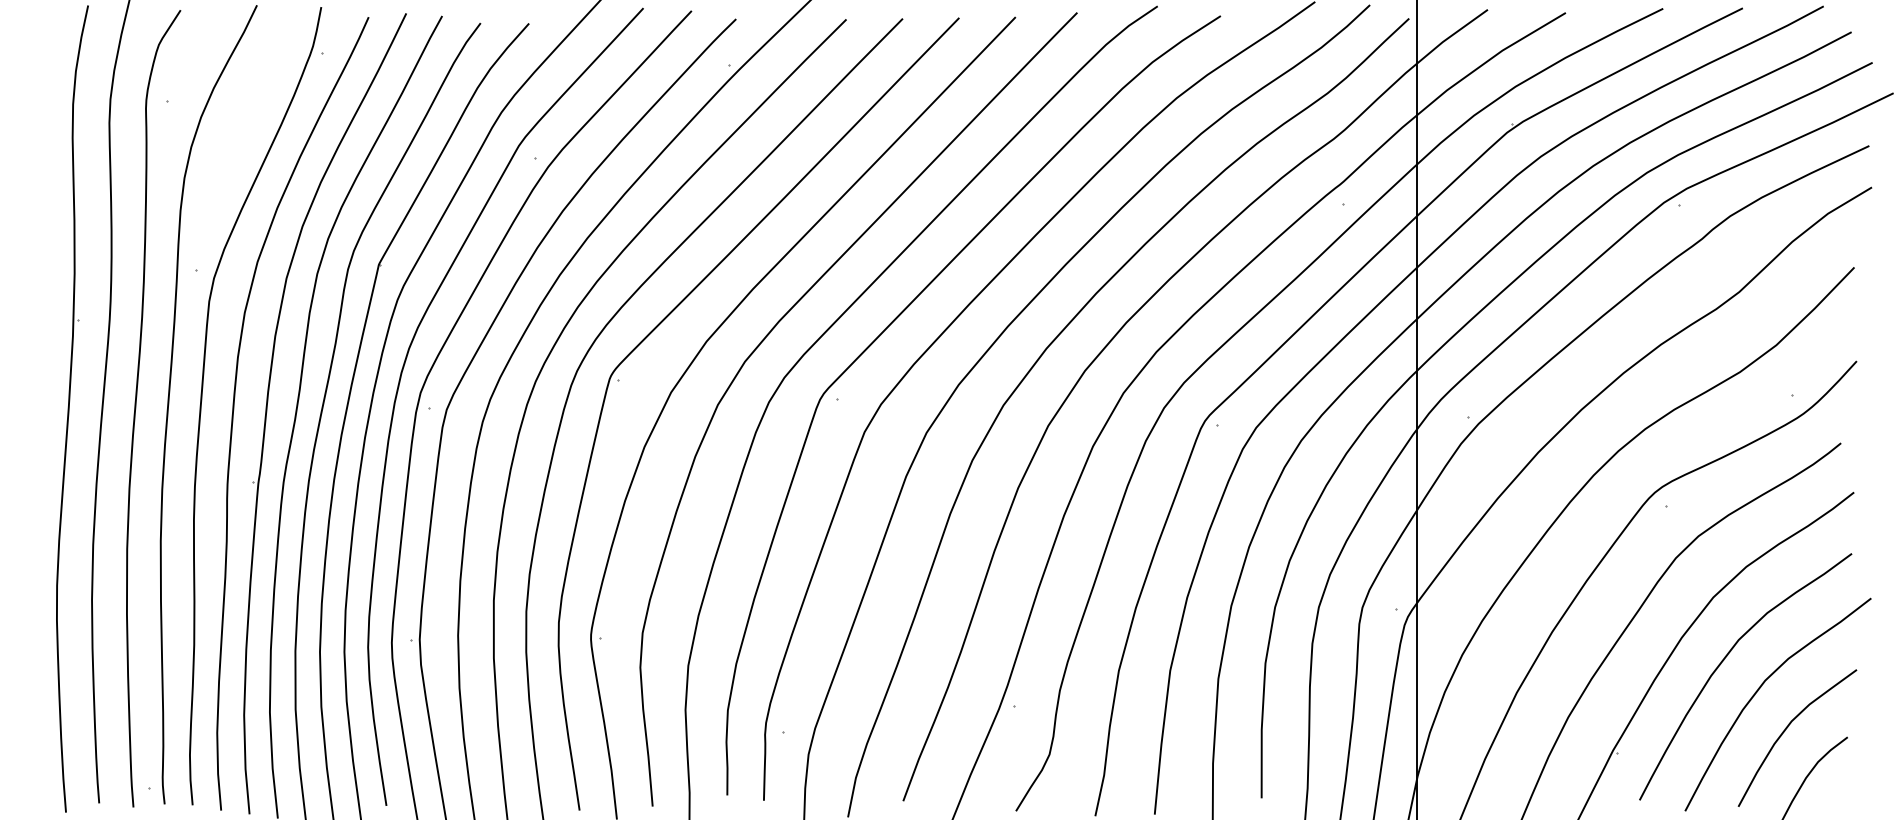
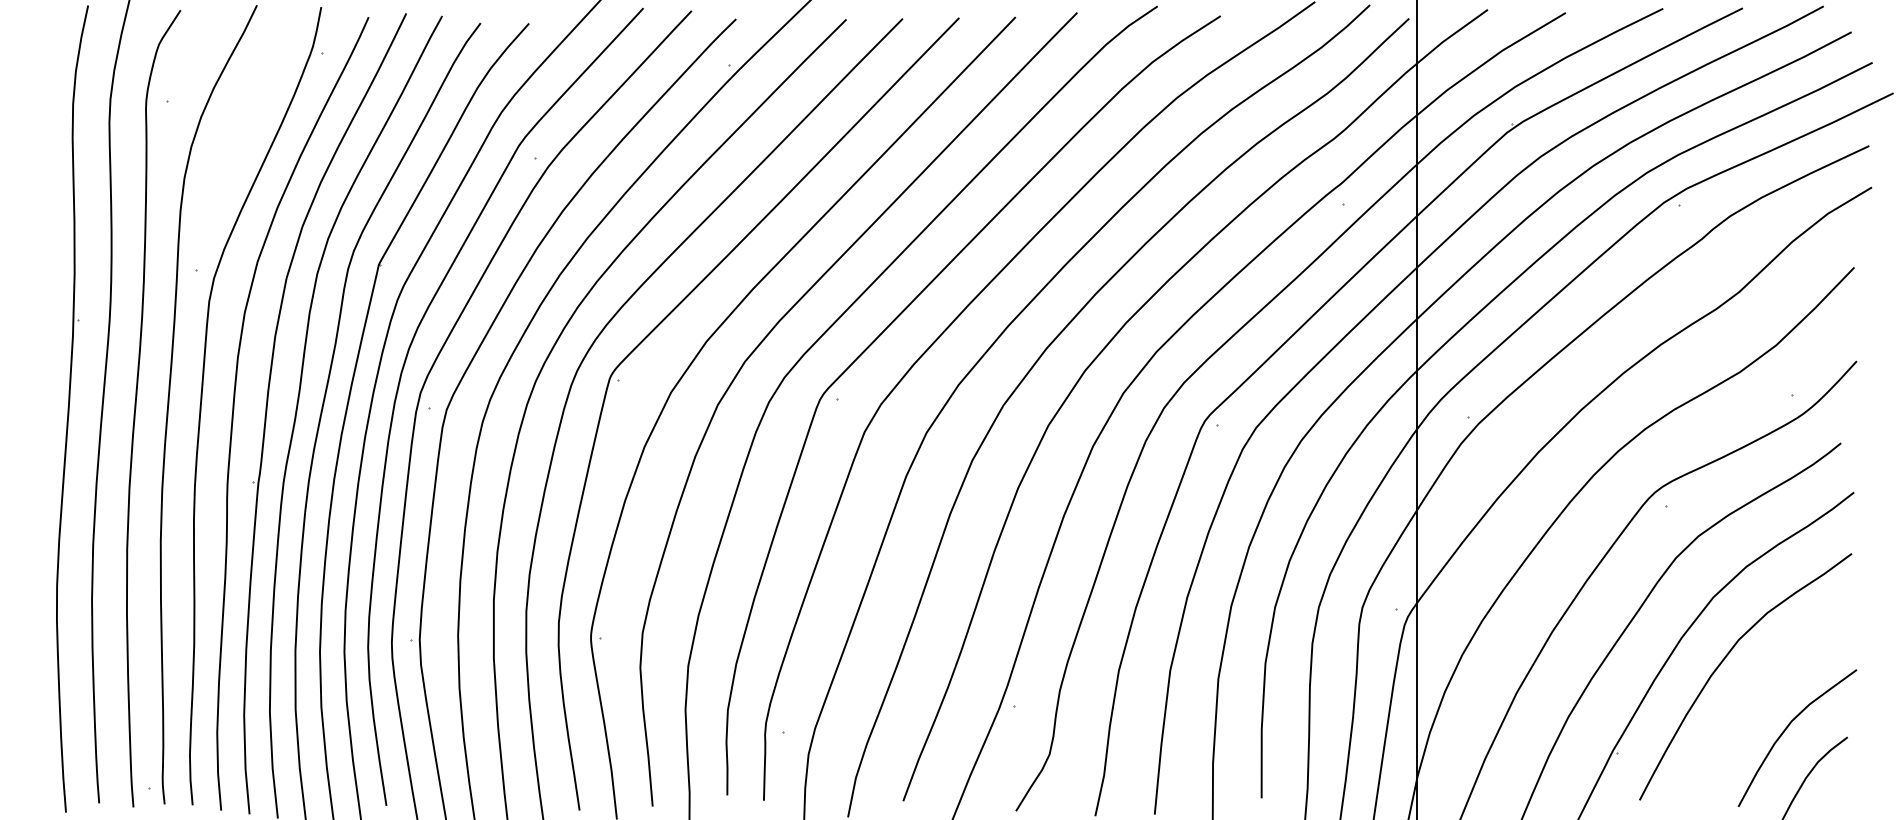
curve at (1758, 691): present -> none
